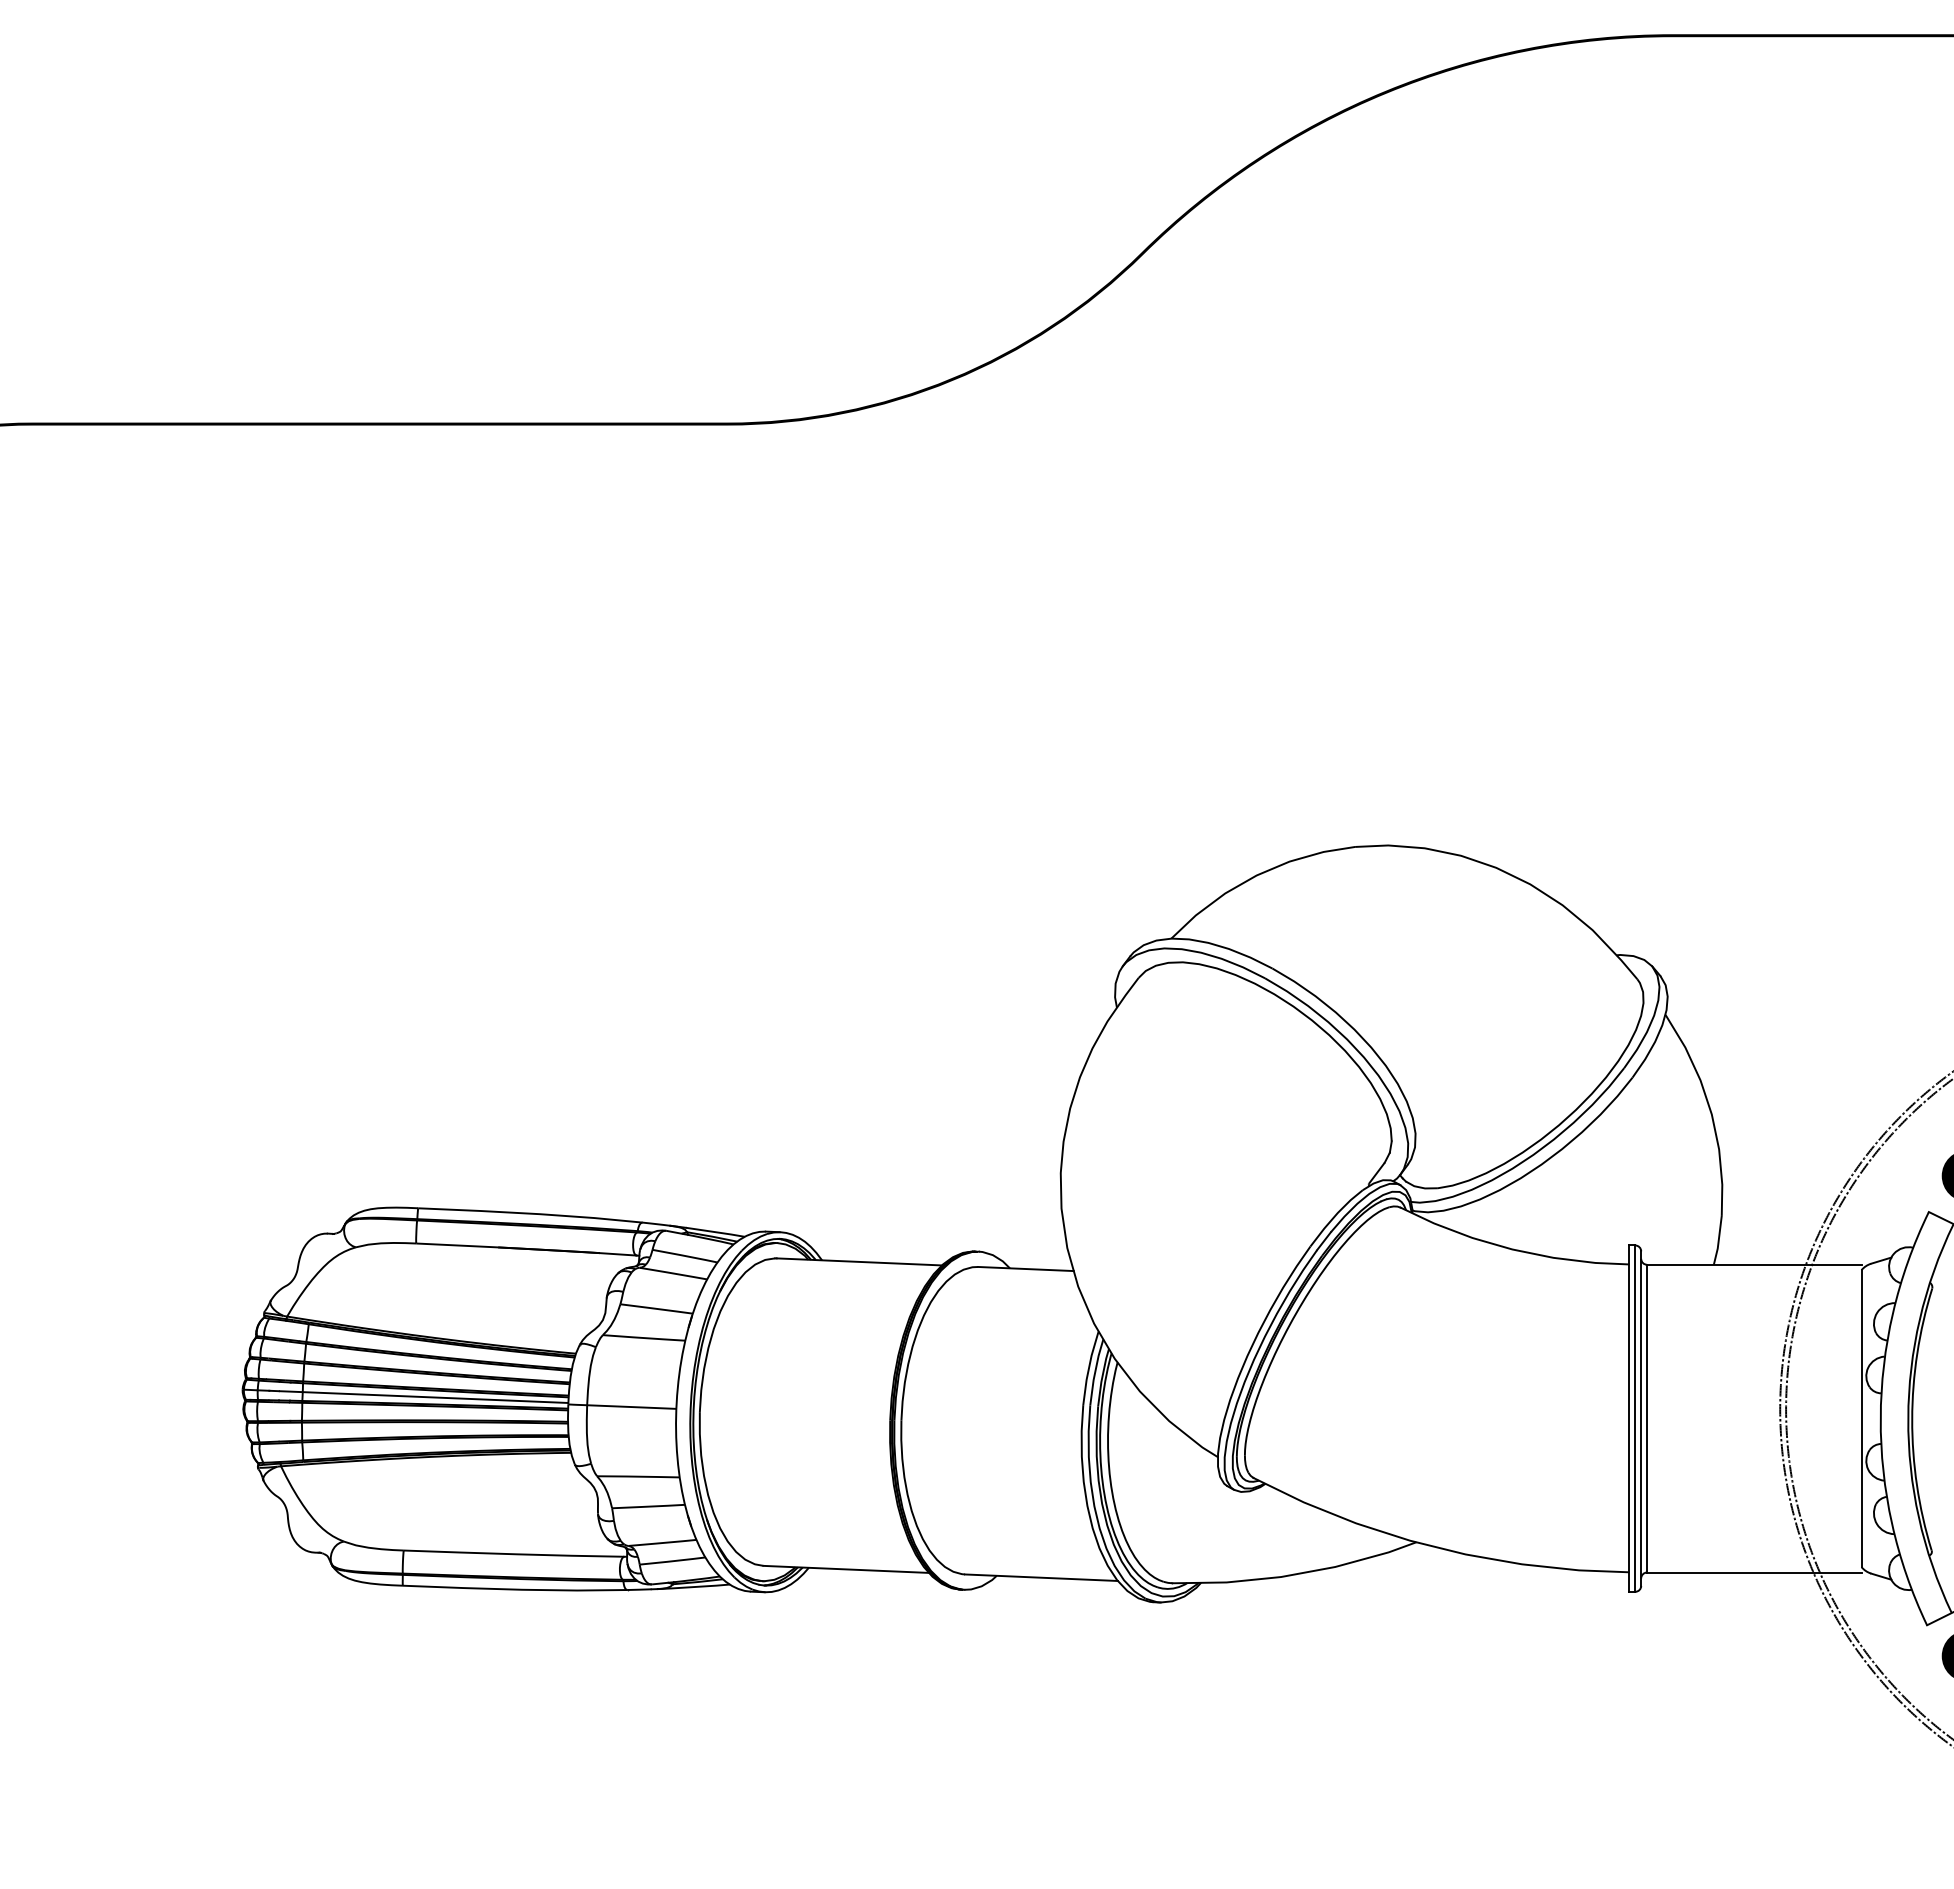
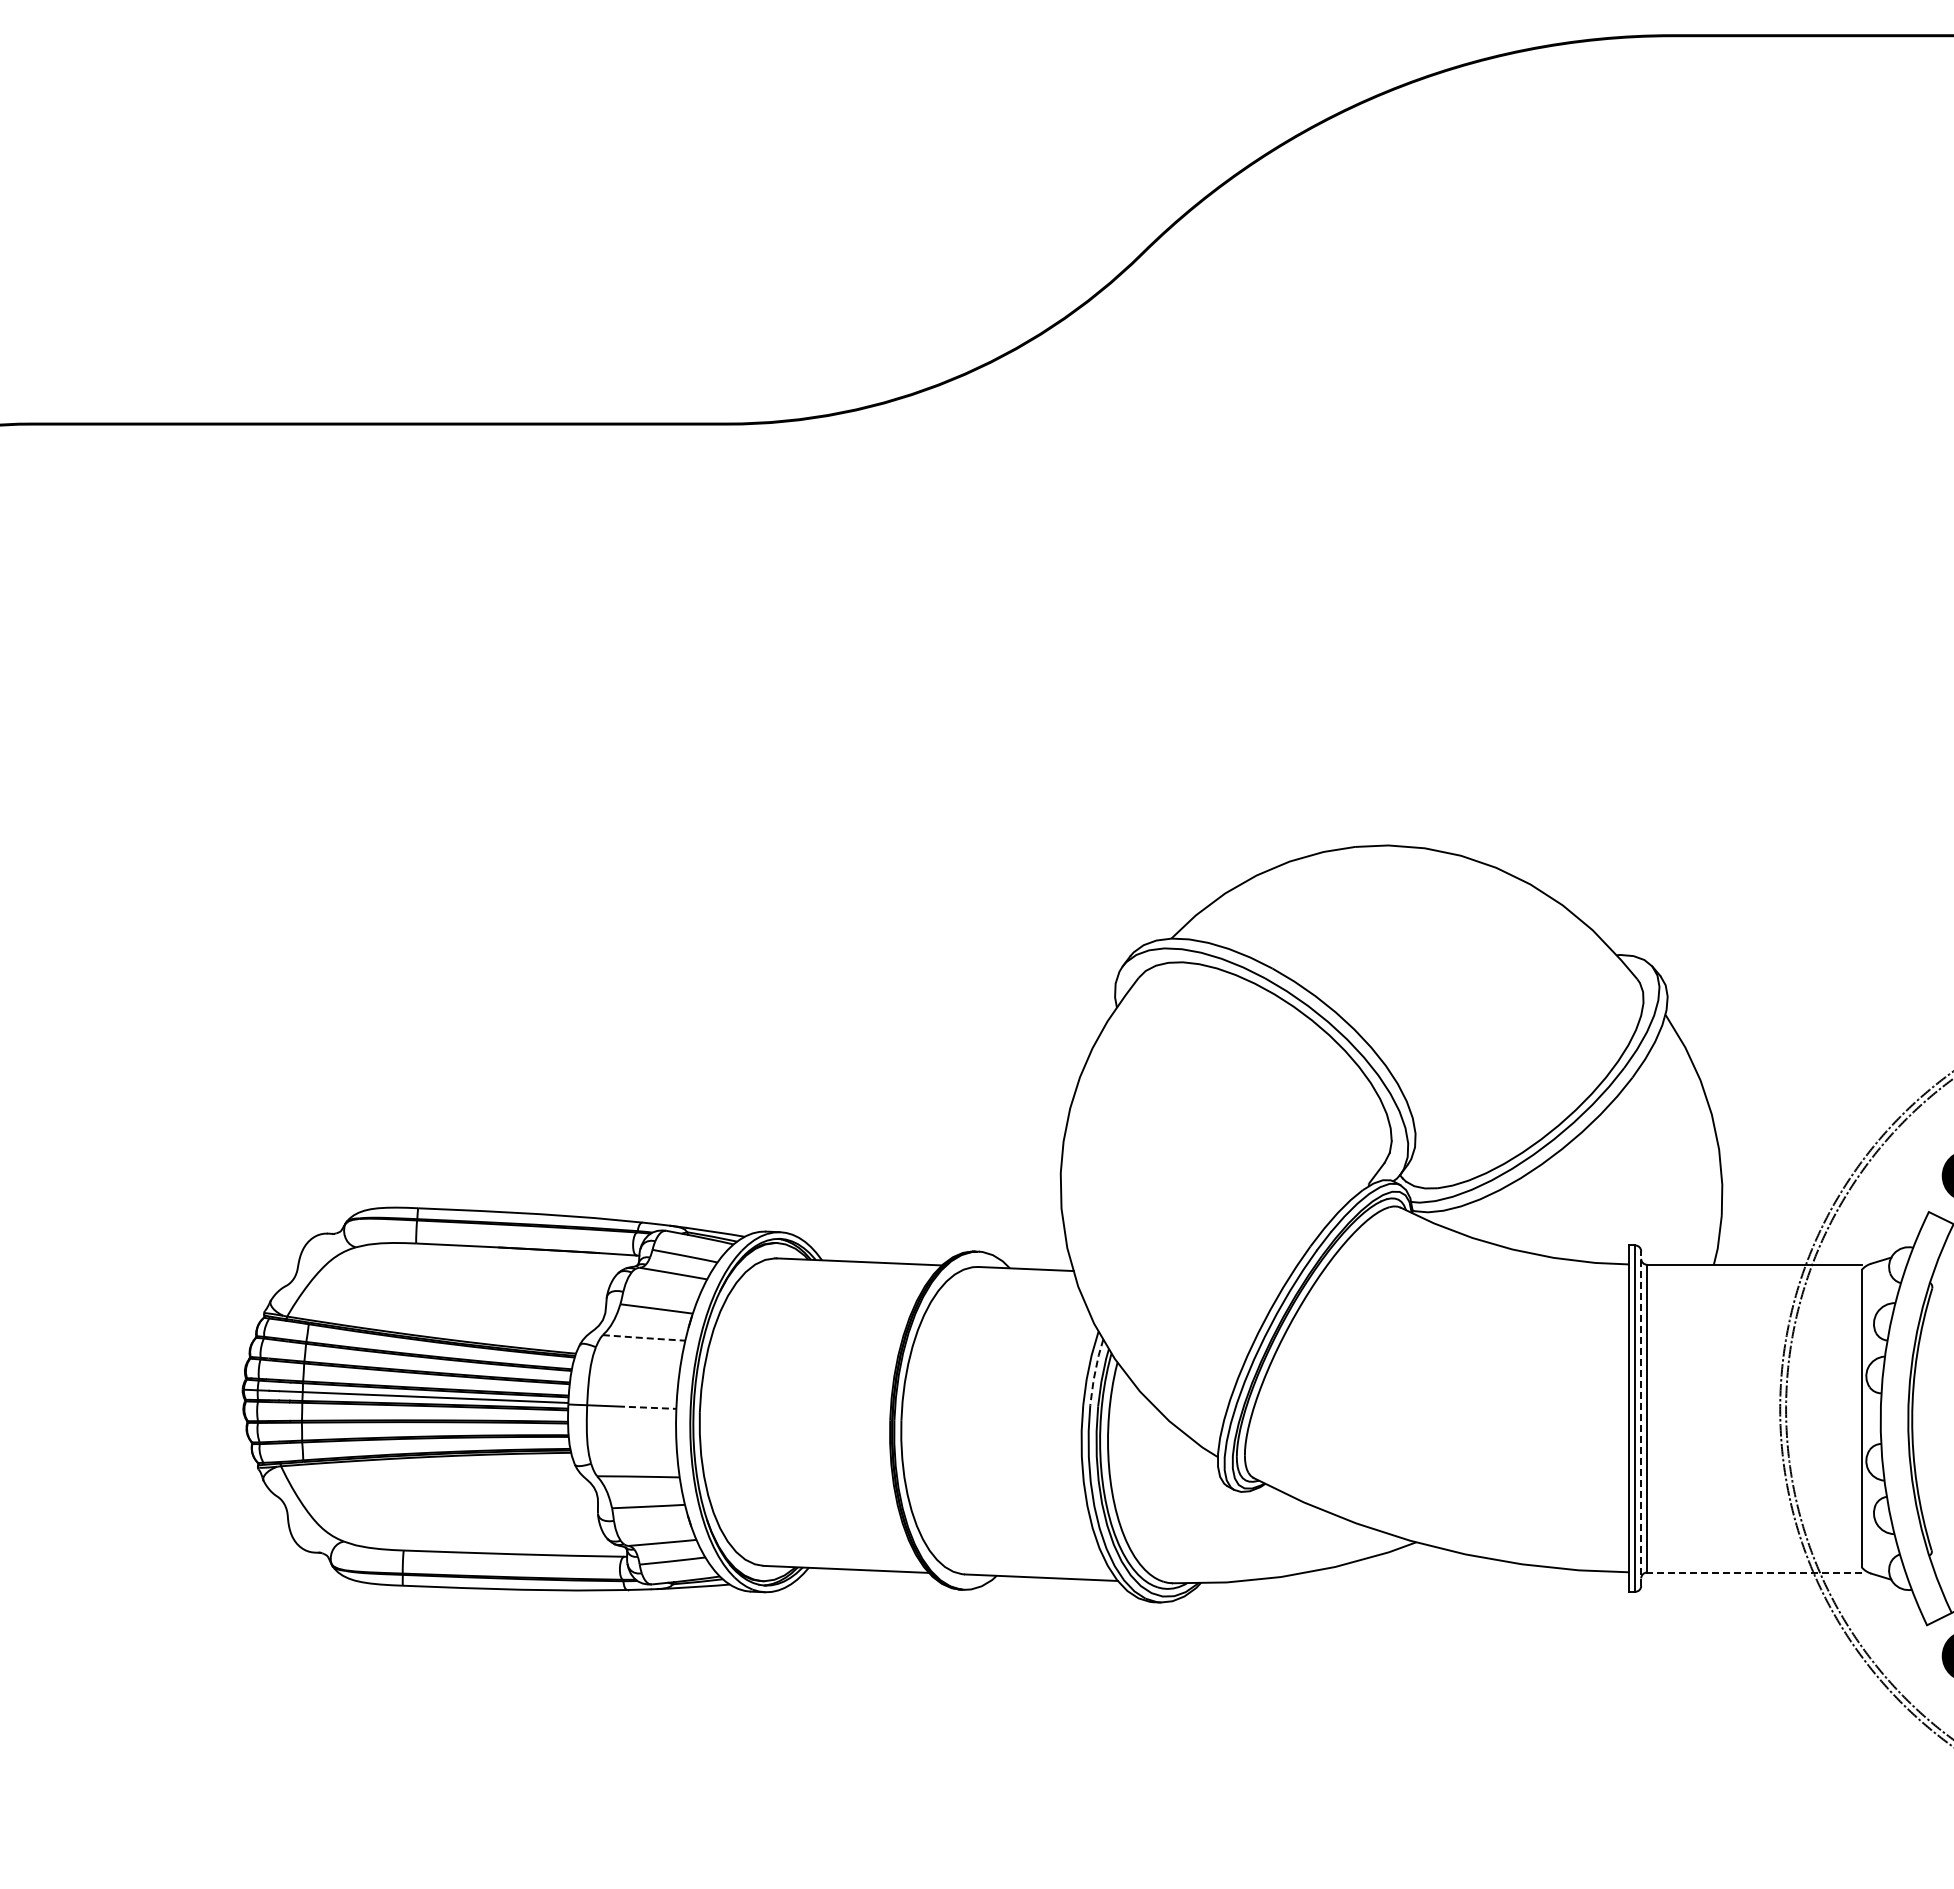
line at (644, 1338): solid -> dashed
line at (1095, 1372): solid -> dashed
line at (648, 1407): solid -> dashed
line at (1641, 1418): solid -> dashed
line at (1753, 1572): solid -> dashed
